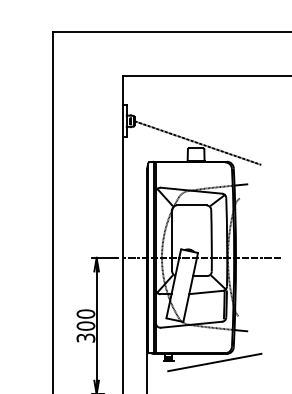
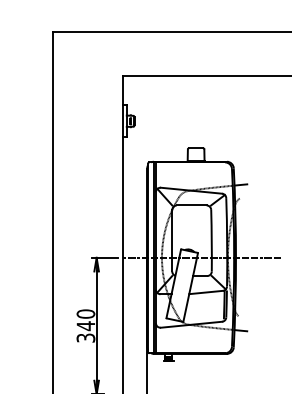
line at (197, 142): present -> none
text at (85, 326): 300 -> 340
line at (214, 362): present -> none
